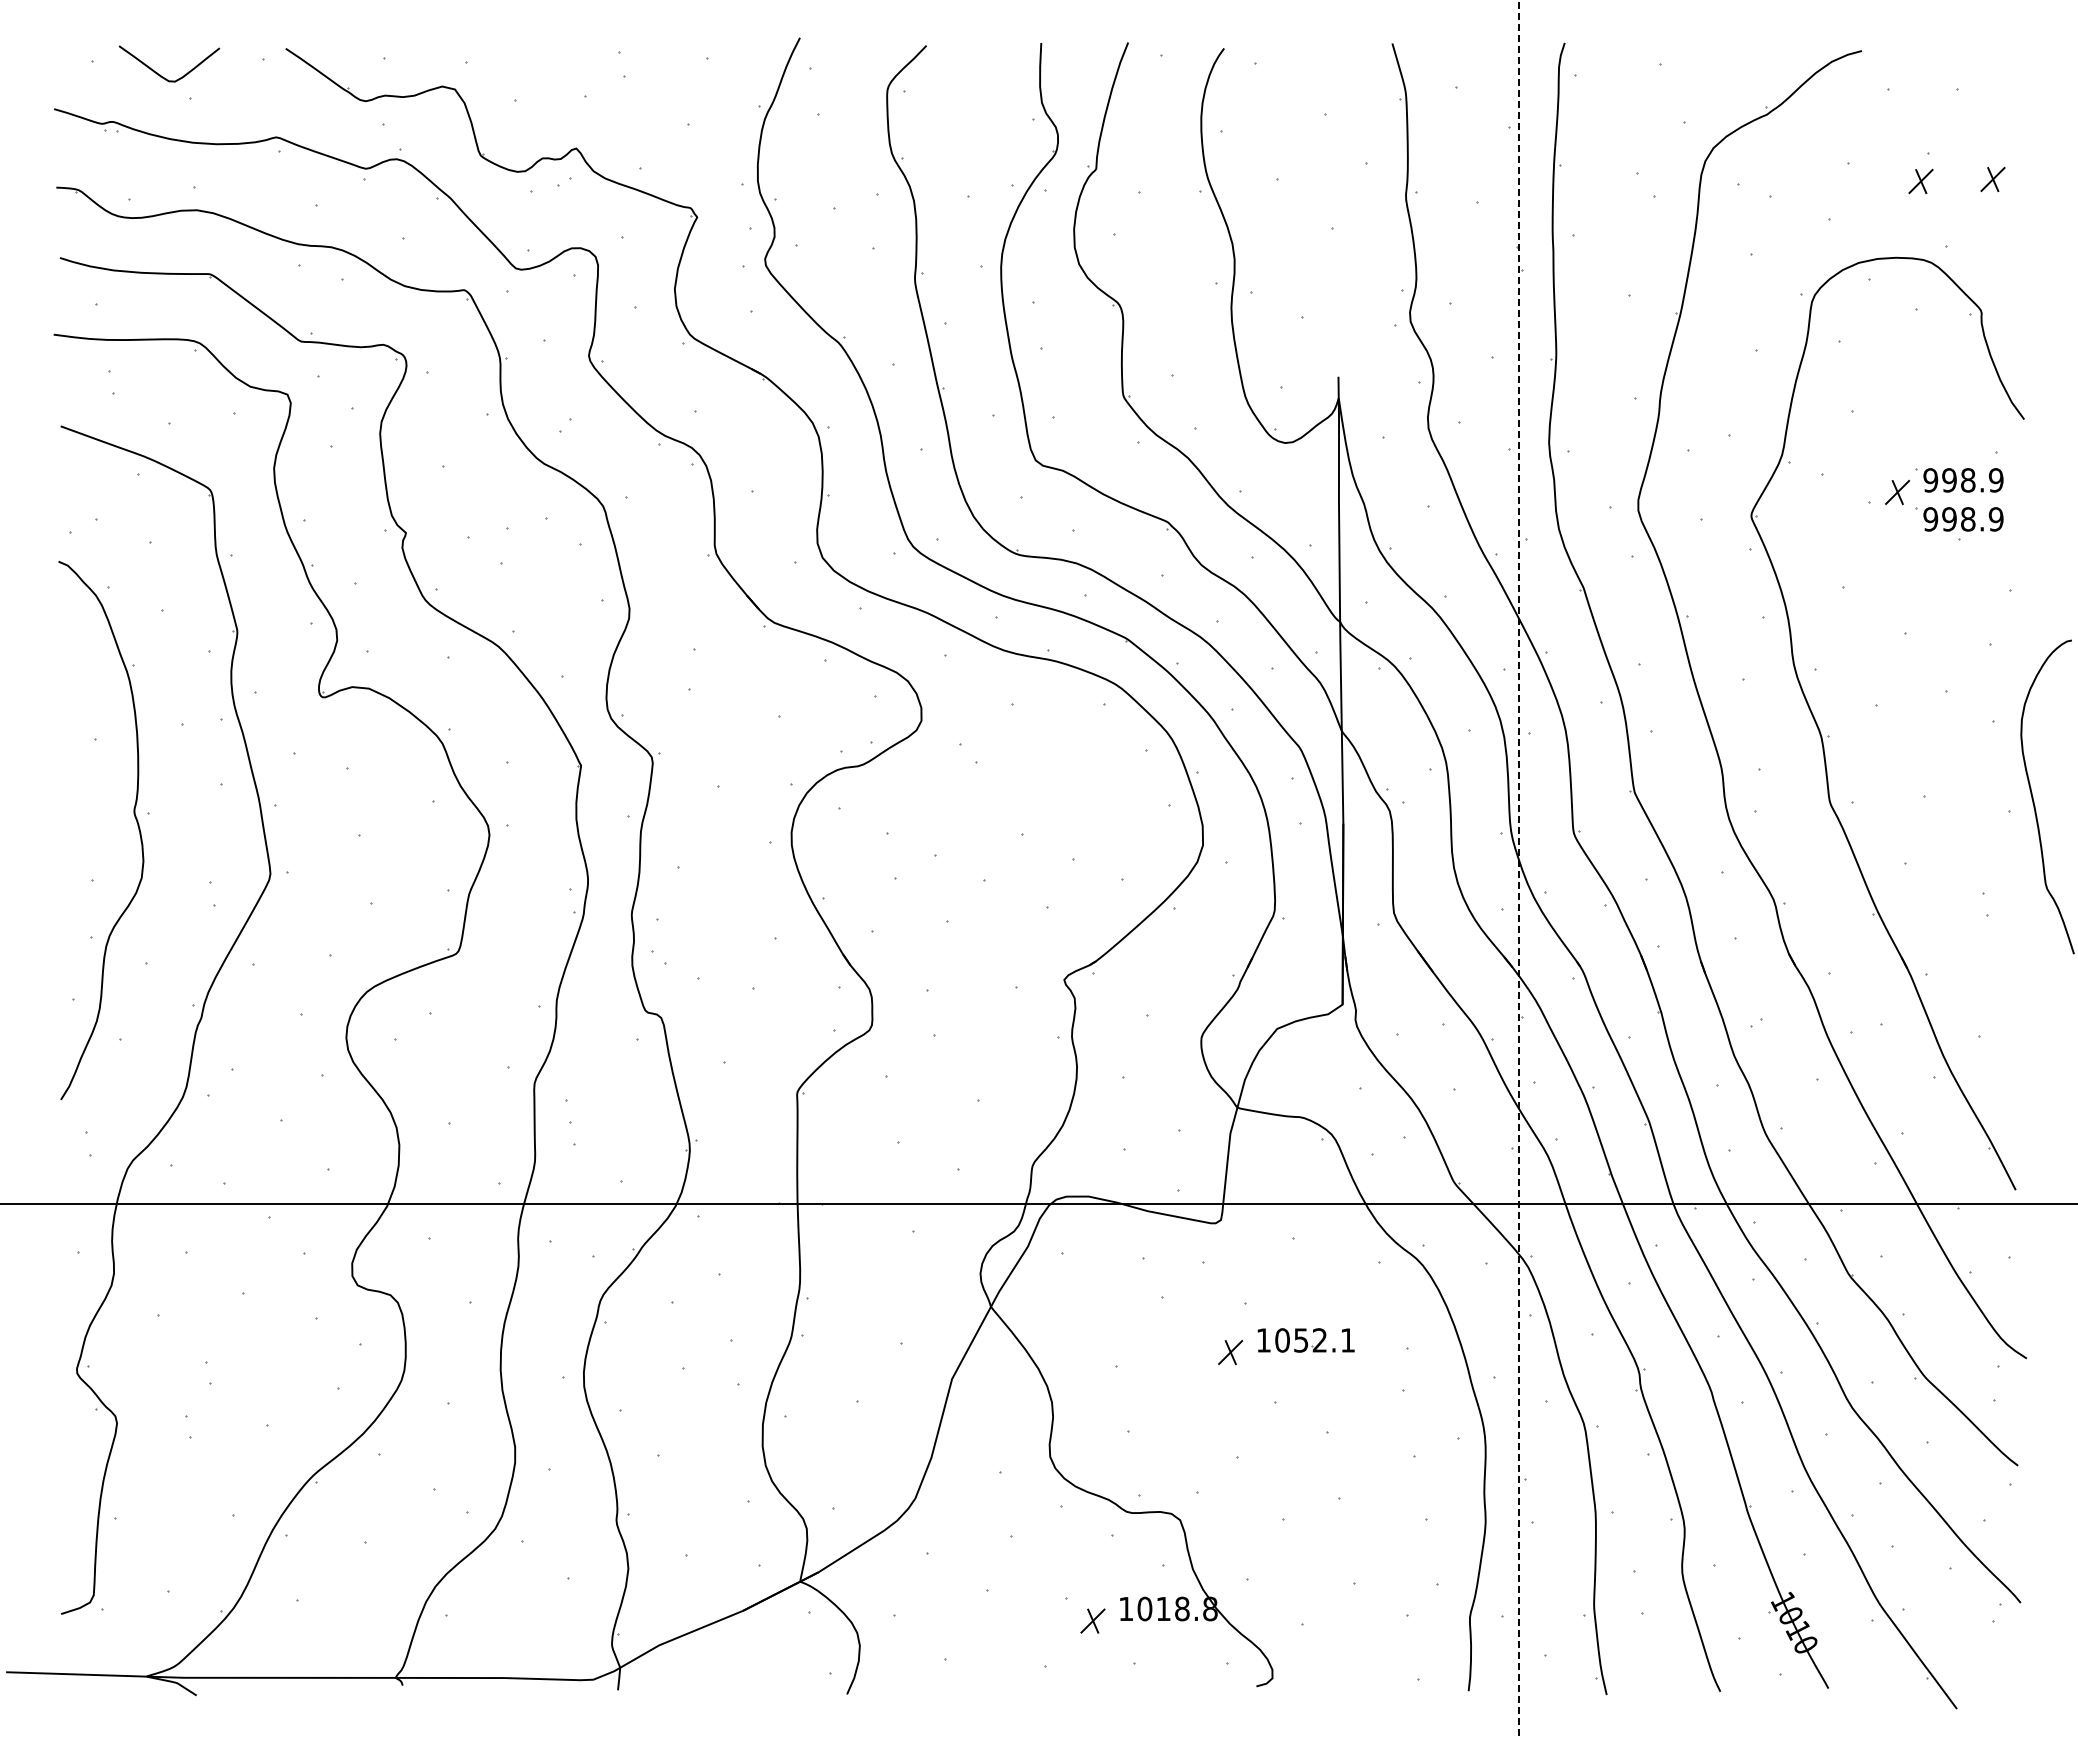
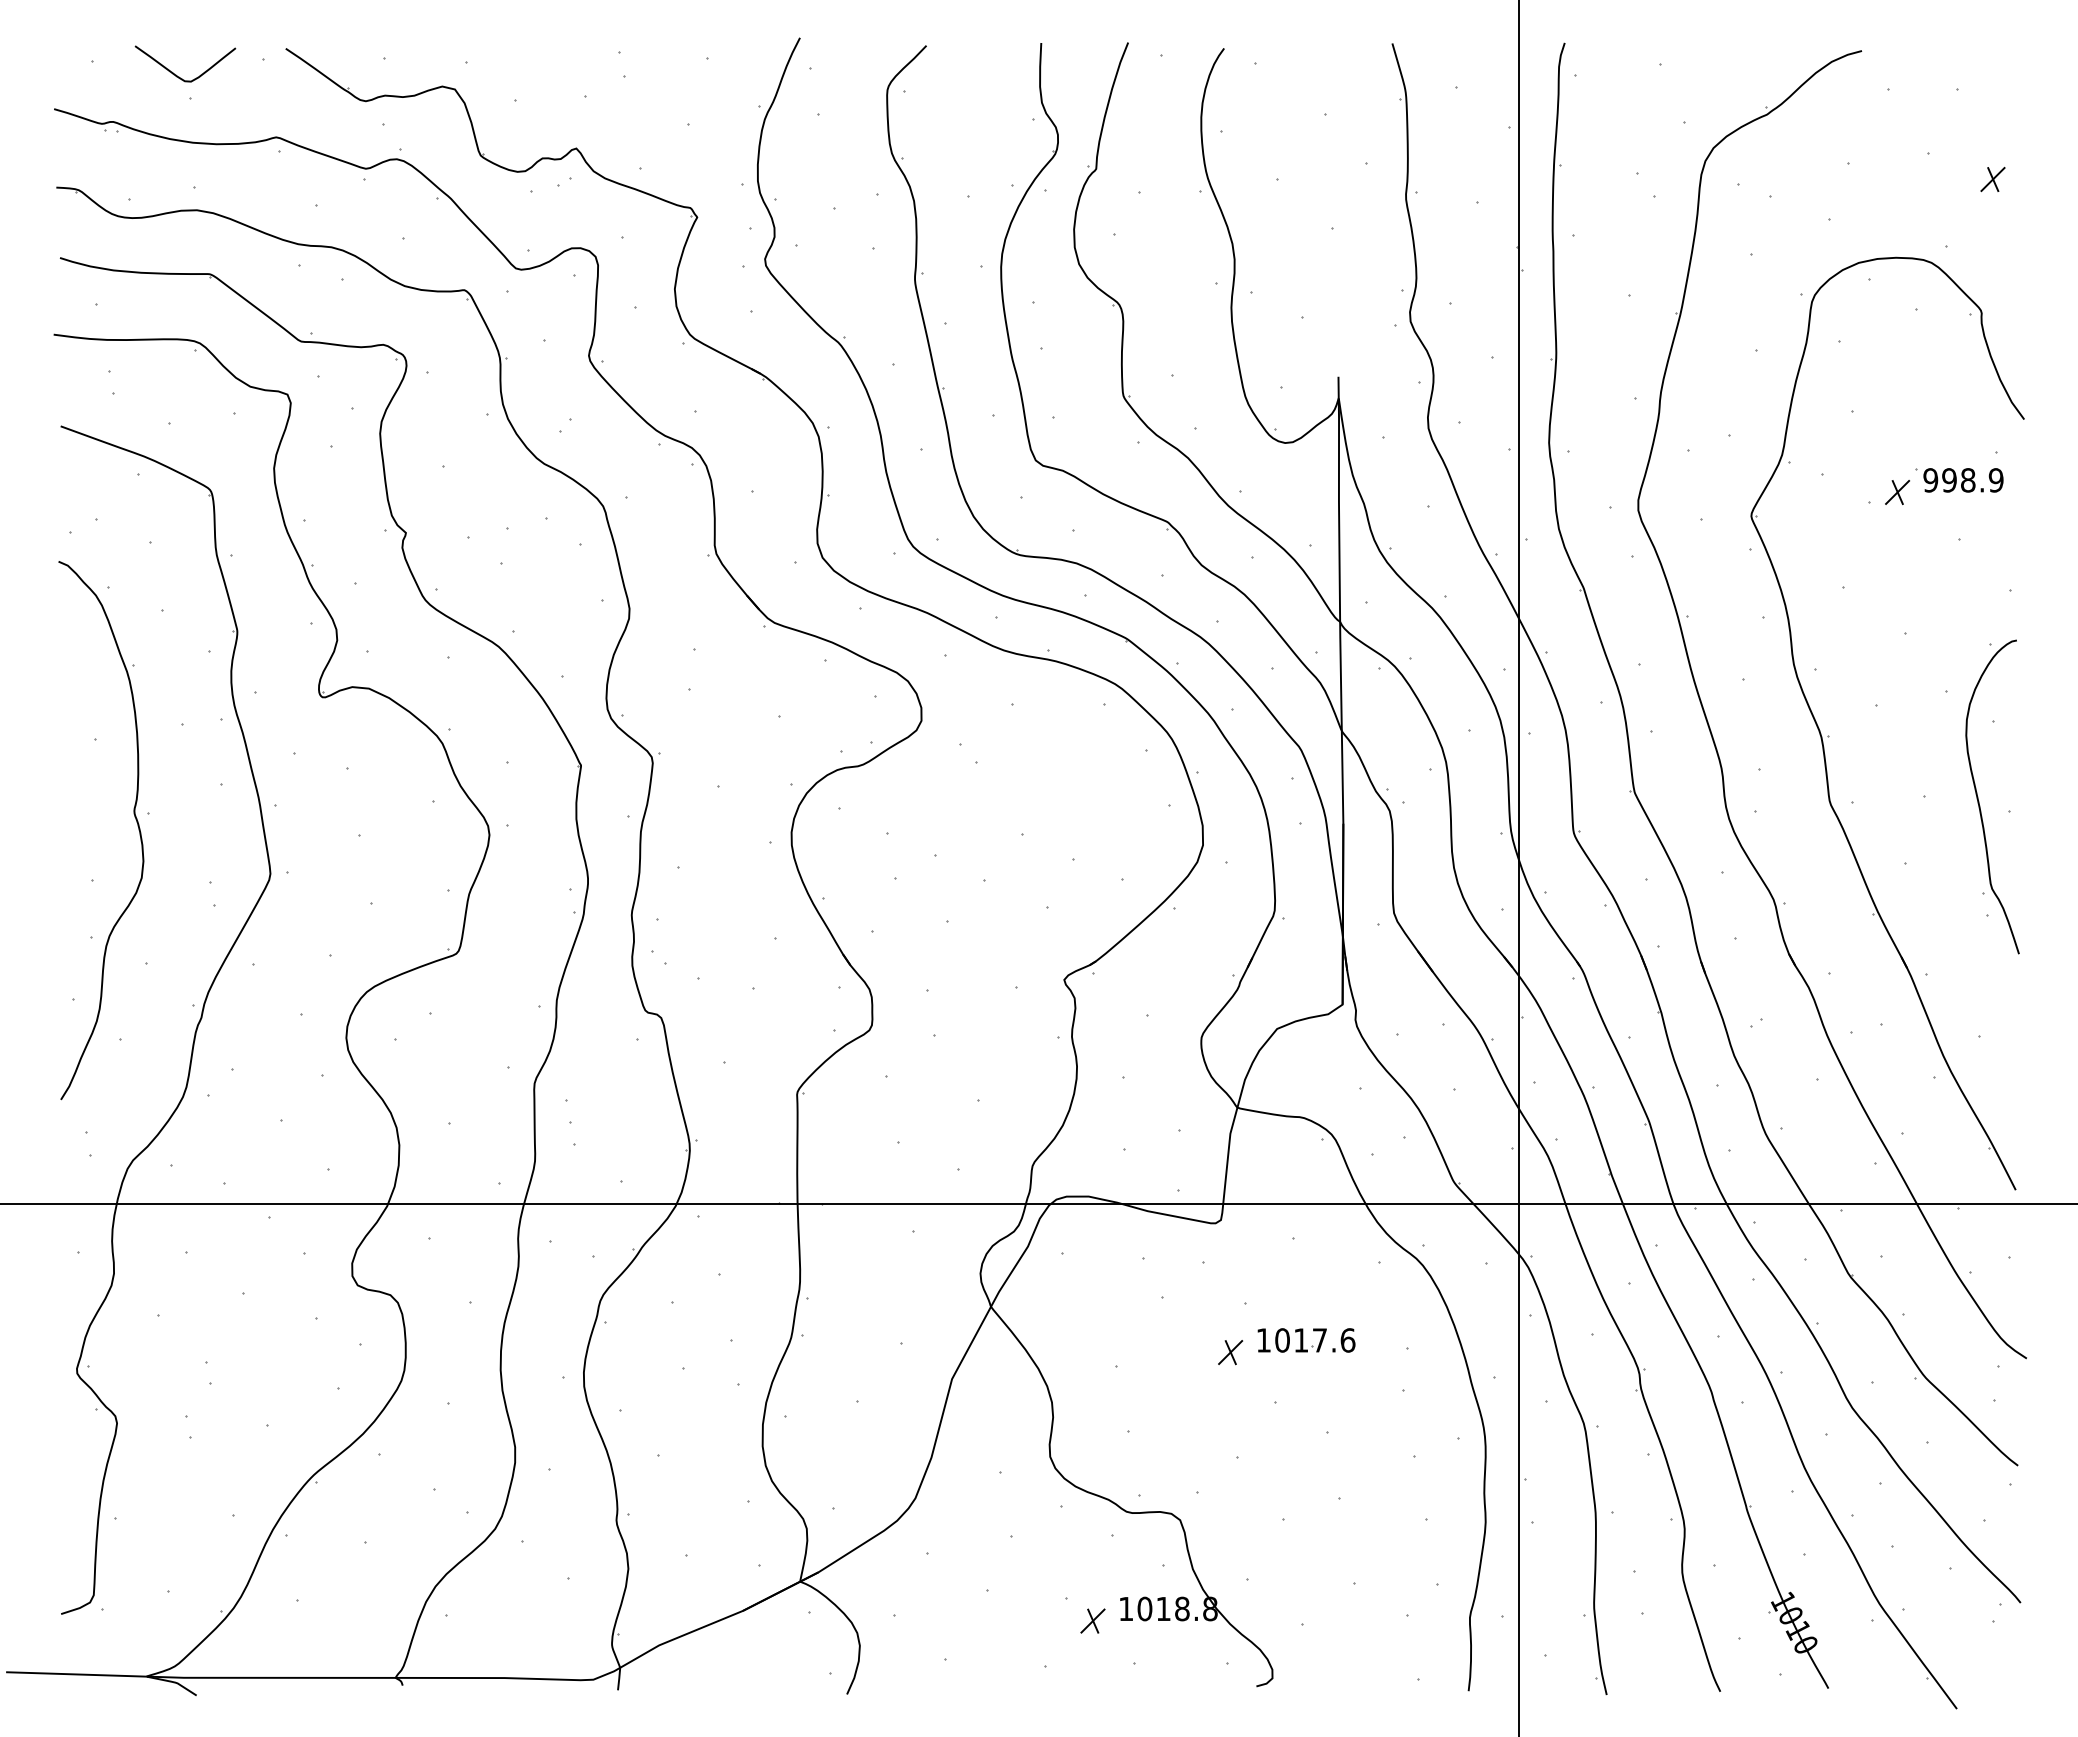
curve at (160, 74) position: (160, 74) -> (176, 74)
part at (1920, 181): present -> none
part at (1959, 519): present -> none
curve at (2034, 801) position: (2034, 801) -> (1979, 801)
line at (1519, 868): dashed -> solid
text at (1324, 1340): 1052.1 -> 1017.6
